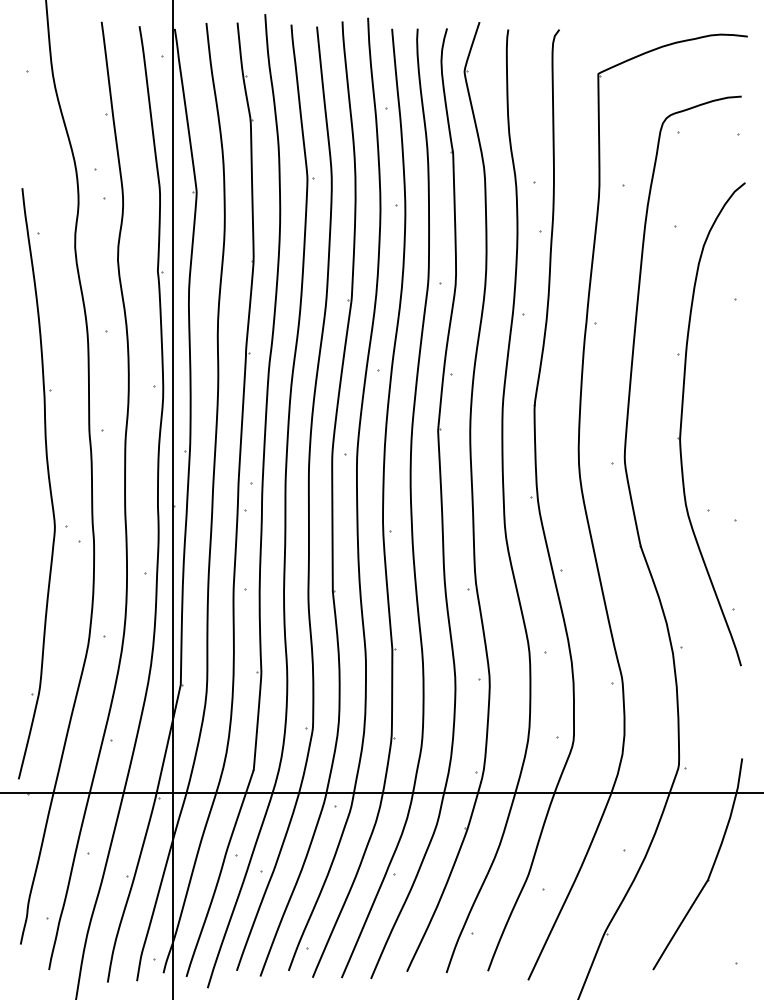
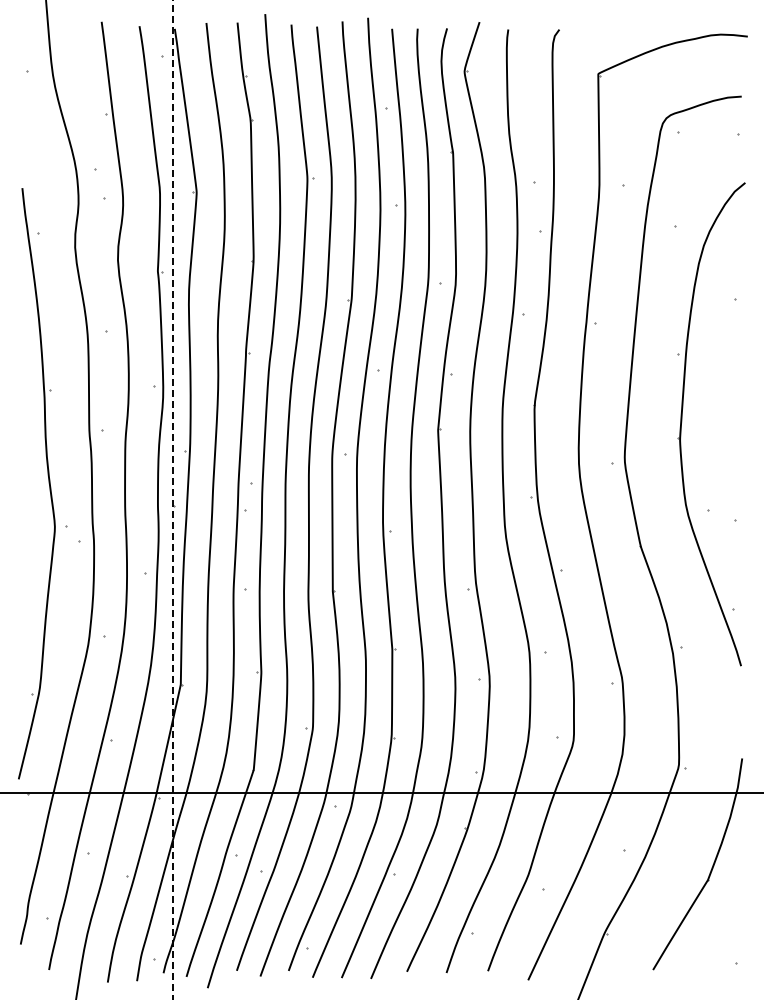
line at (173, 499): solid -> dashed
